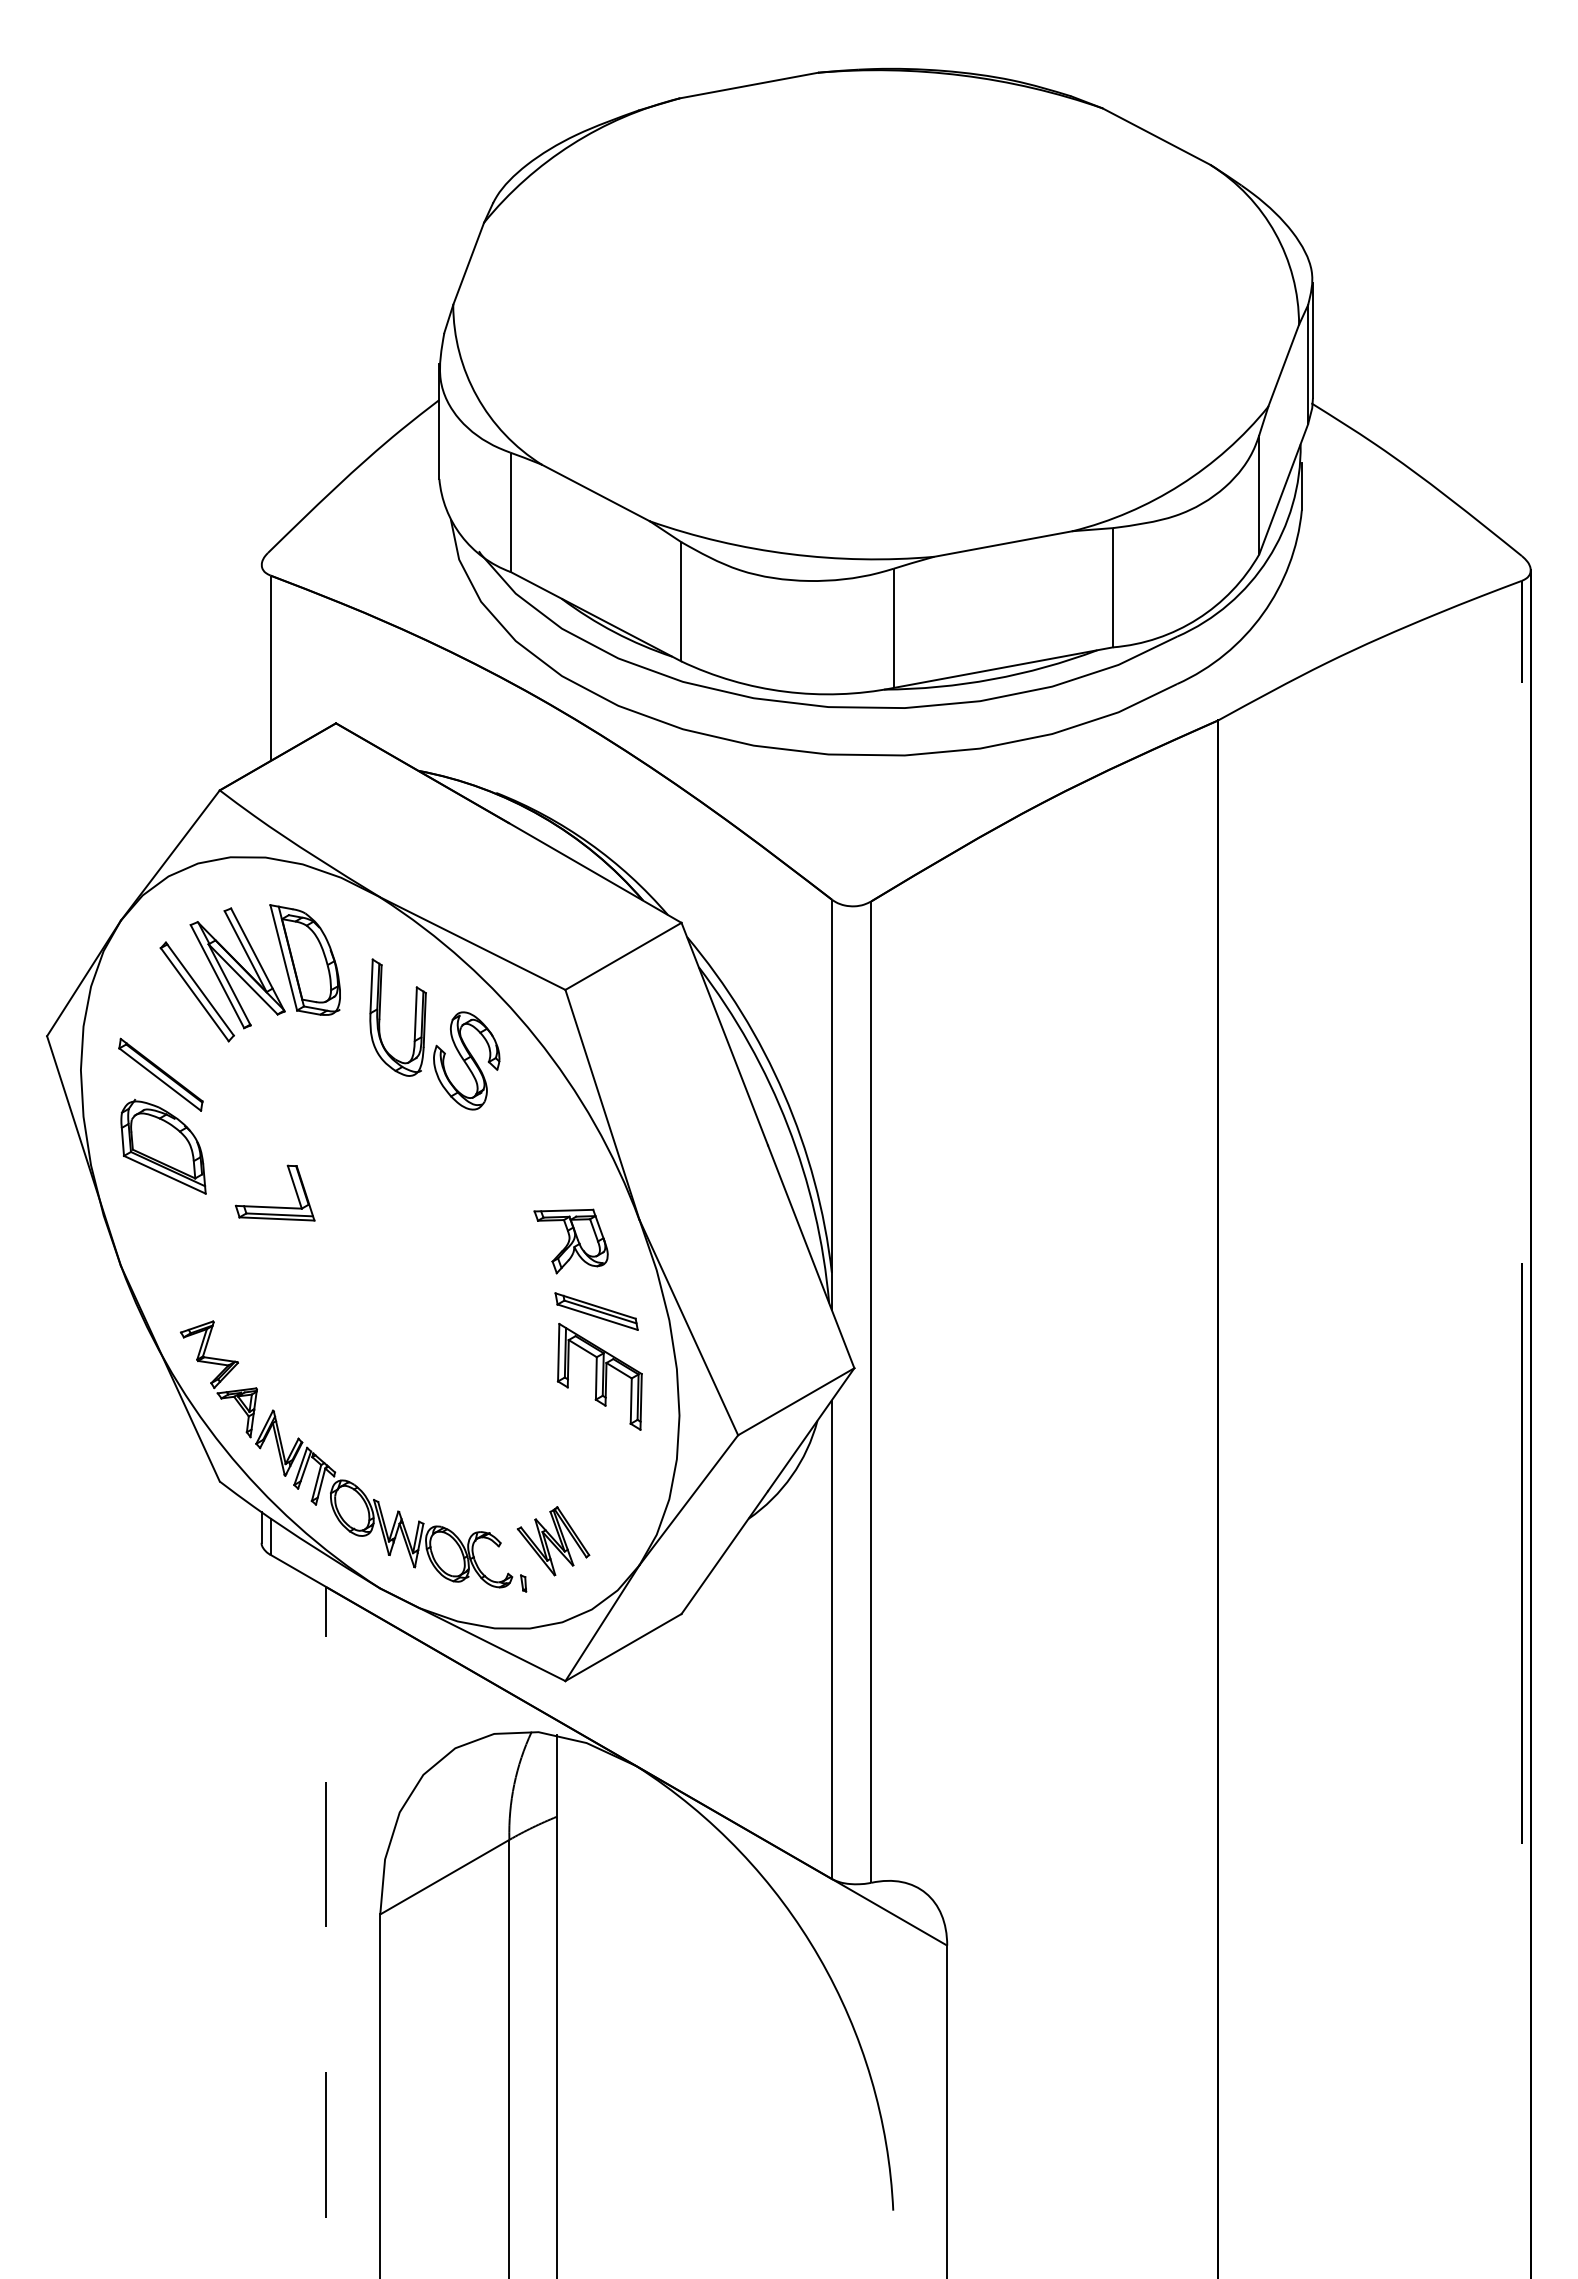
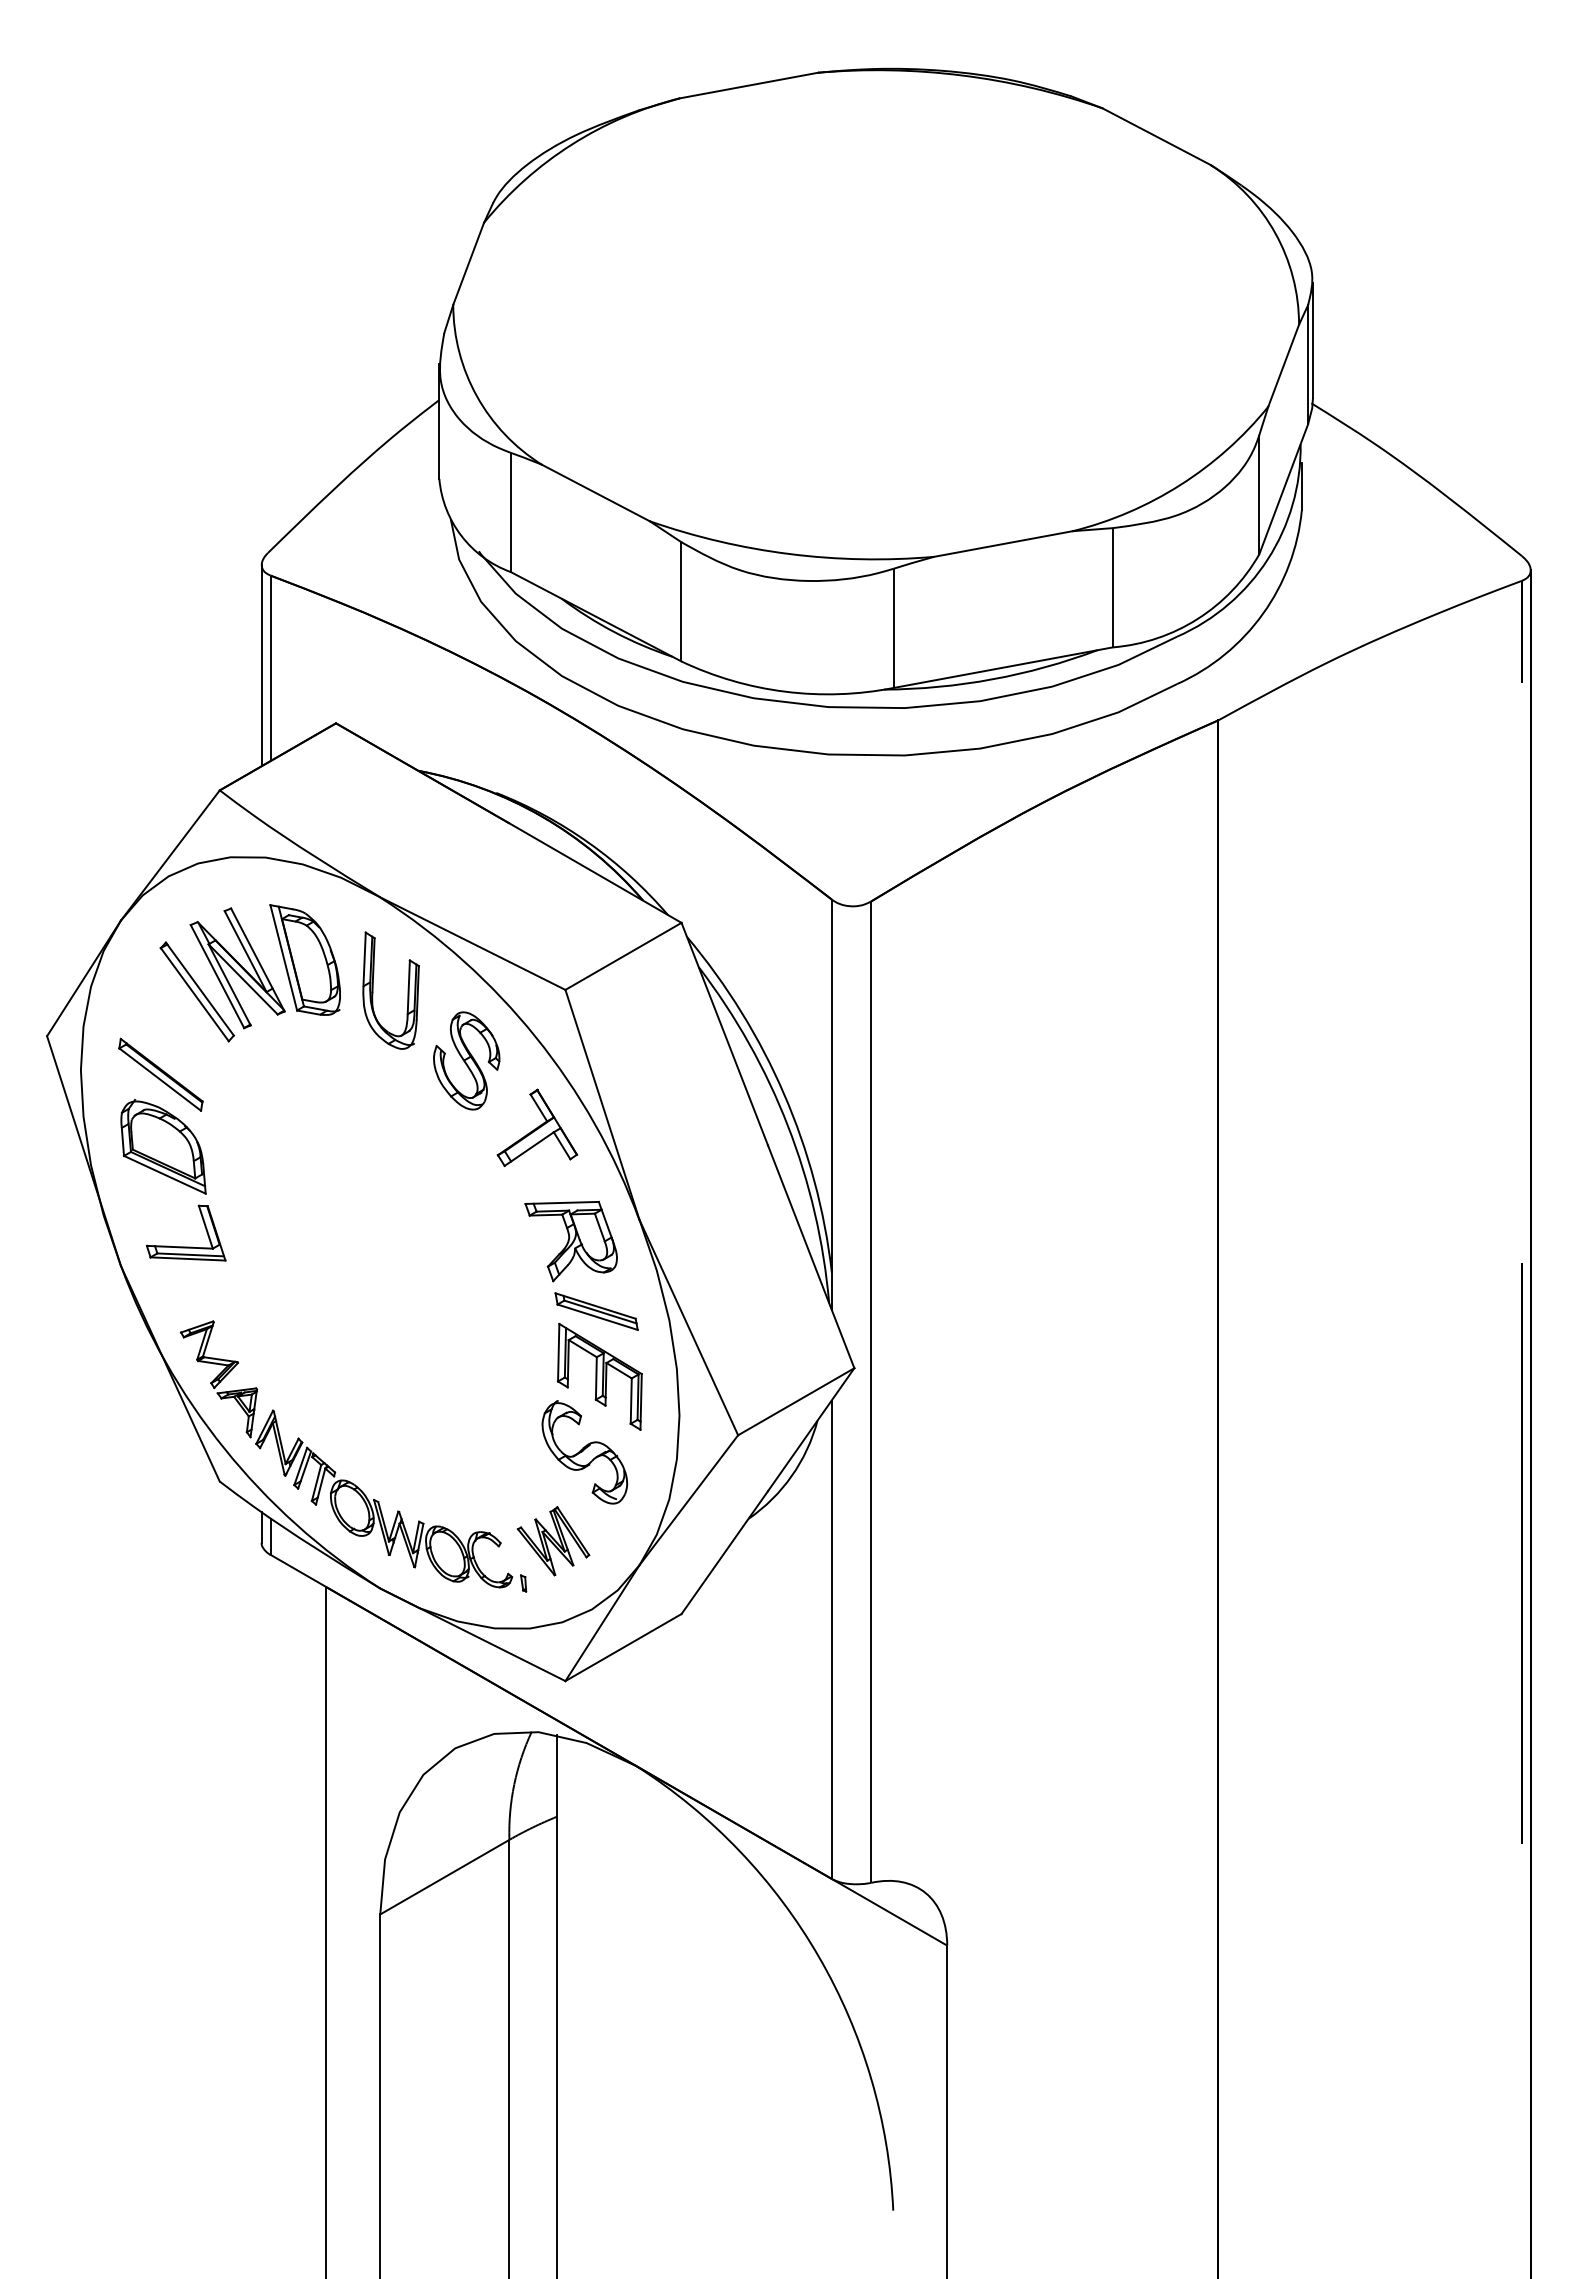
line at (261, 665): none -> present
part at (380, 1017) position: (380, 1017) -> (373, 990)
part at (536, 1127): none -> present
part at (274, 1206) position: (274, 1206) -> (185, 1246)
part at (570, 1241) size: 76x67 px -> 94x83 px
part at (584, 1452): none -> present
line at (326, 1932): dashed -> solid
